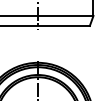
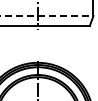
line at (47, 15): solid -> dashed
